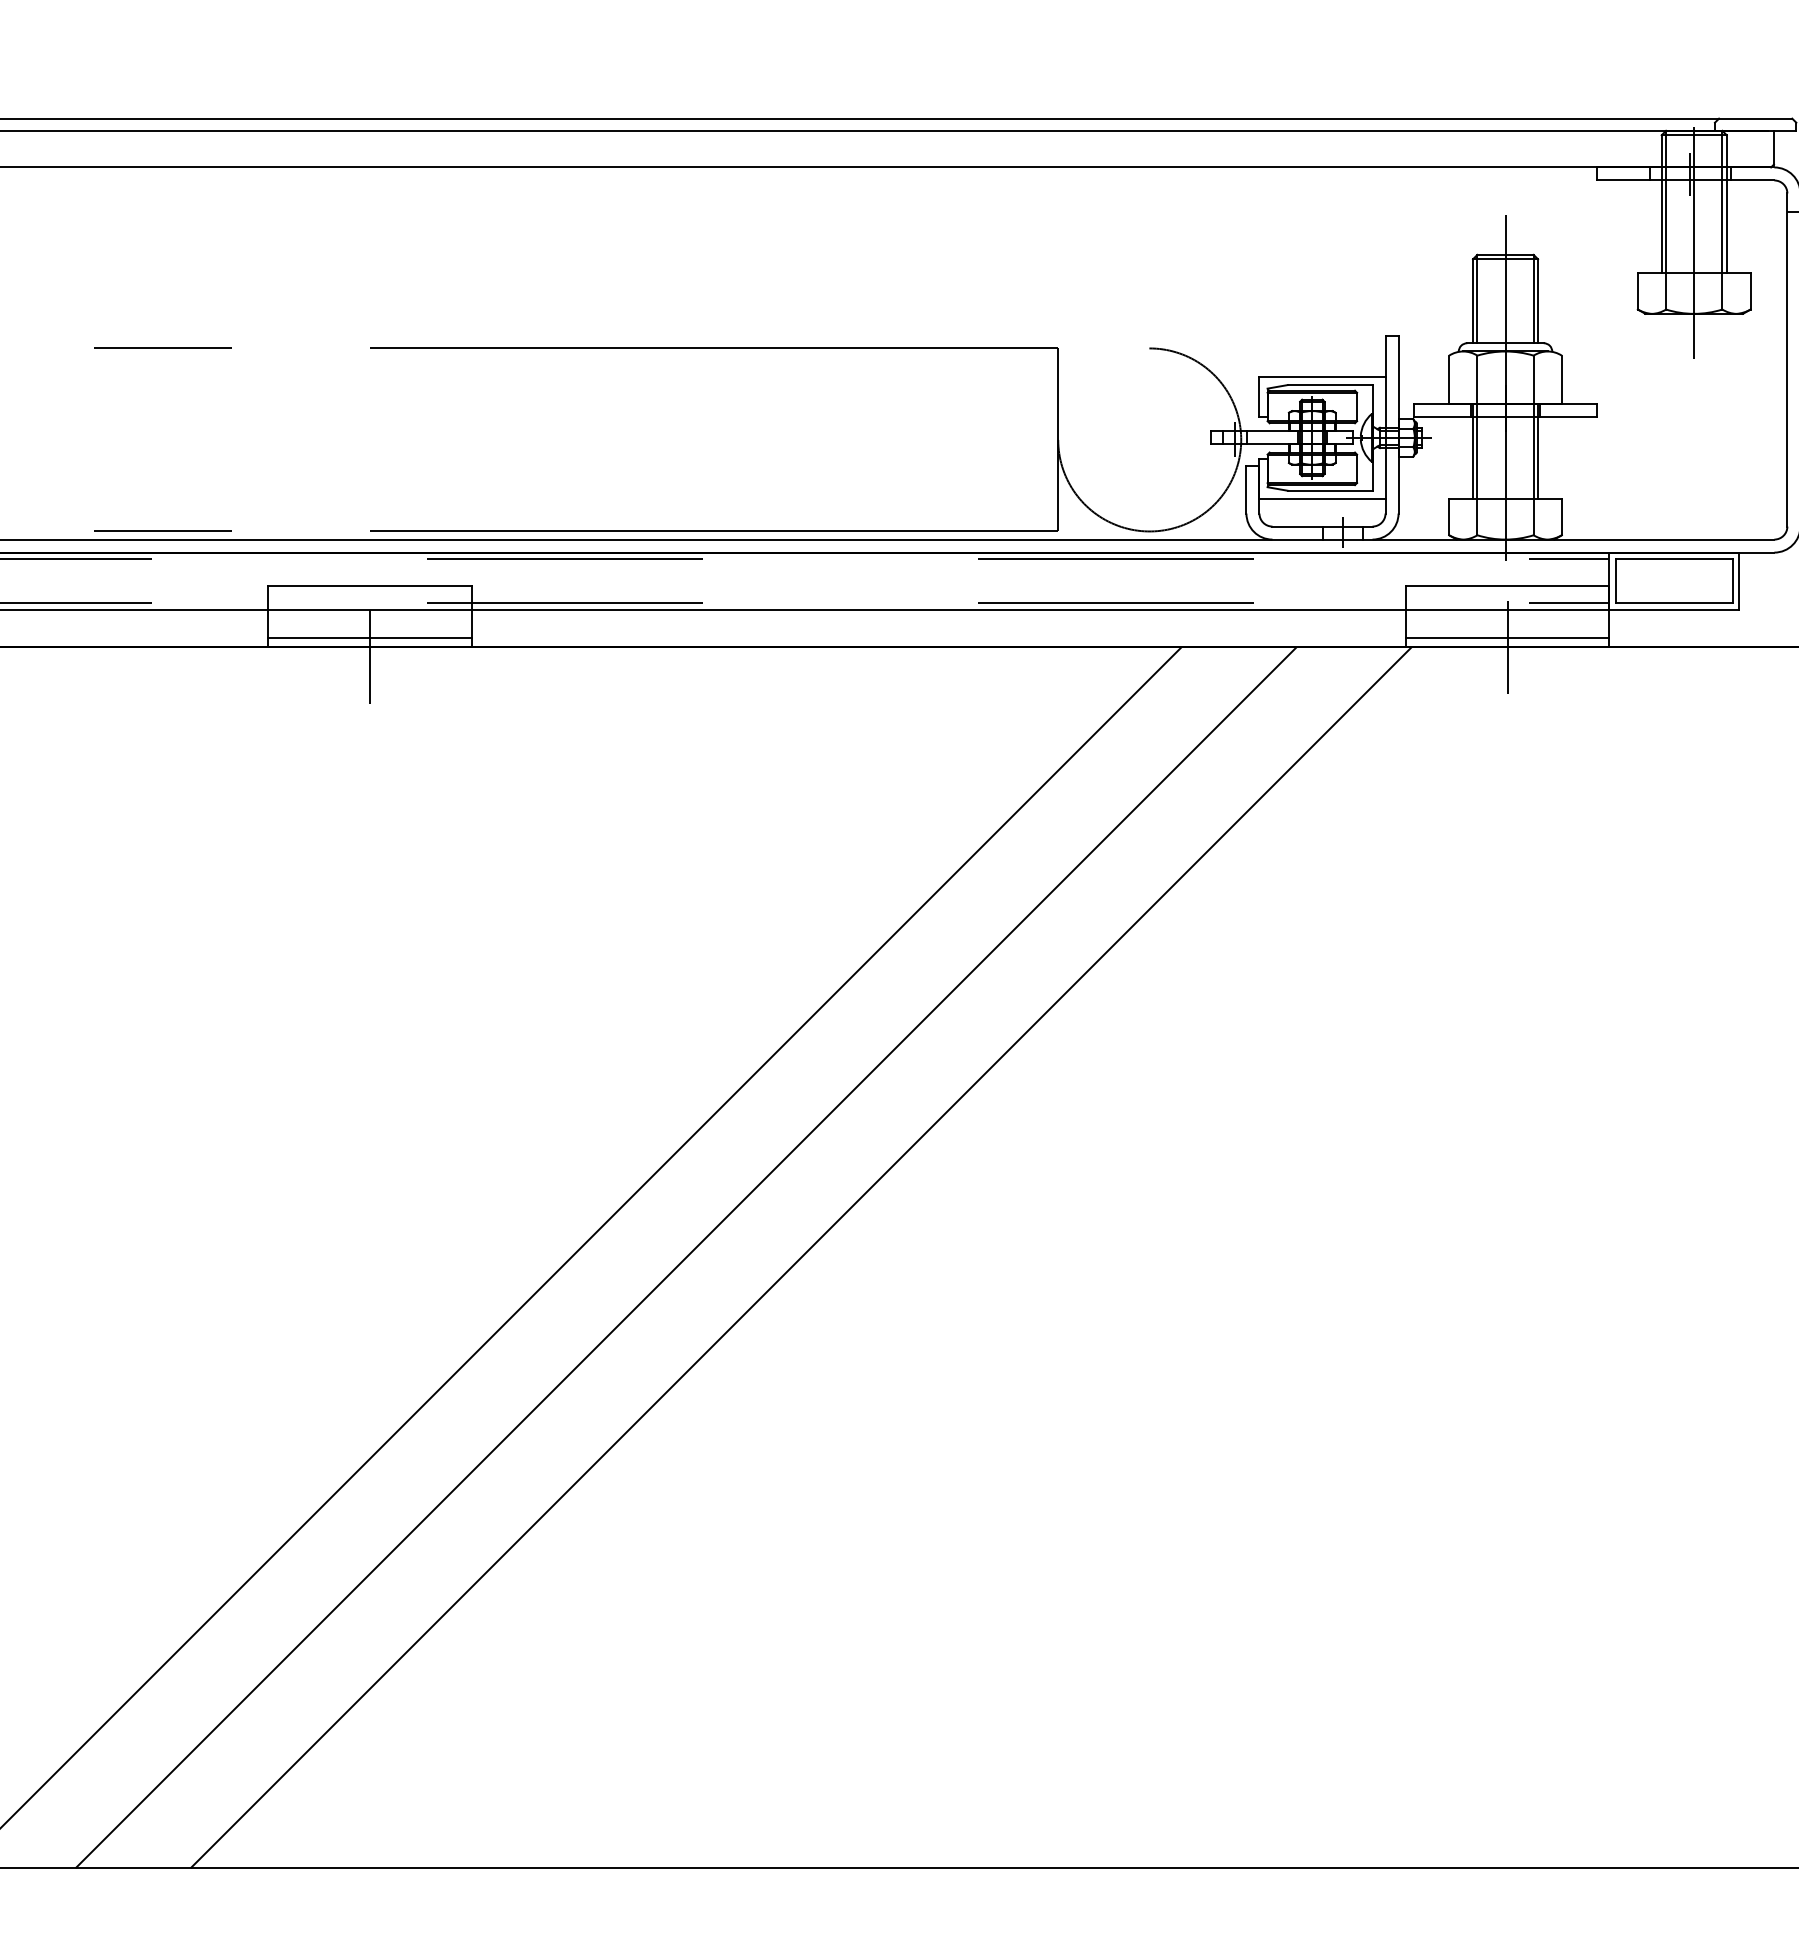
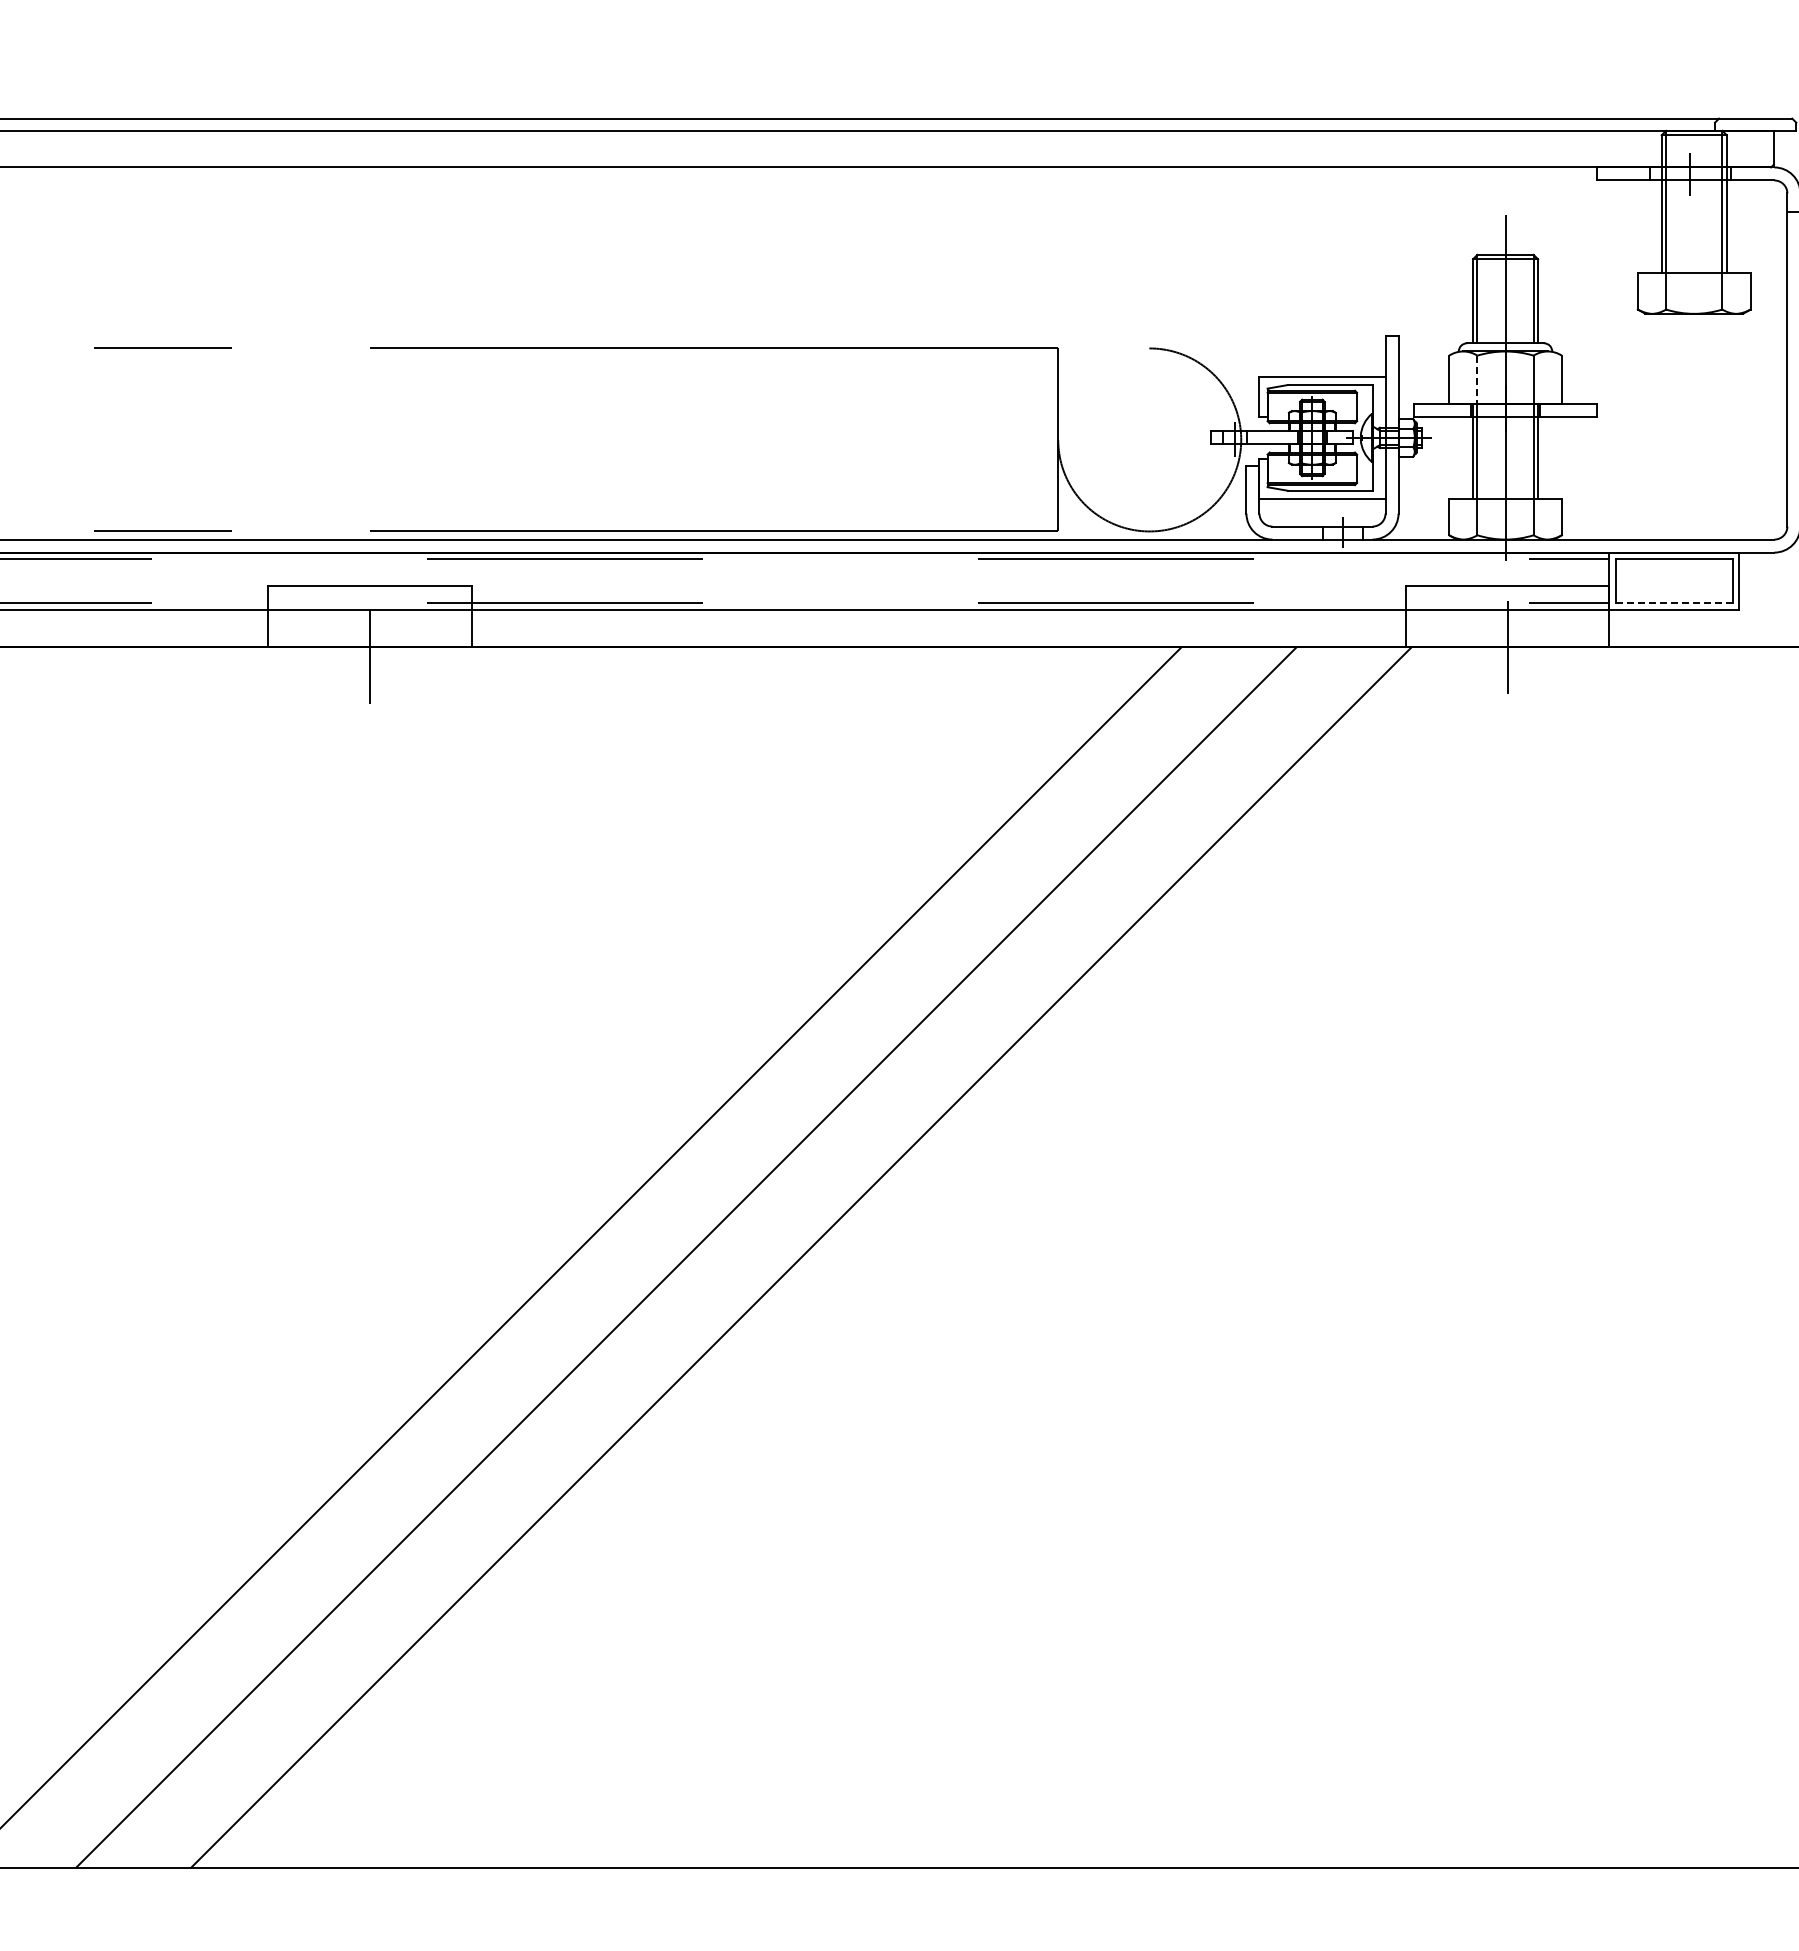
line at (1694, 242): present -> none
line at (1477, 380): solid -> dashed
line at (1674, 603): solid -> dashed
line at (369, 638): present -> none
line at (1507, 638): present -> none
